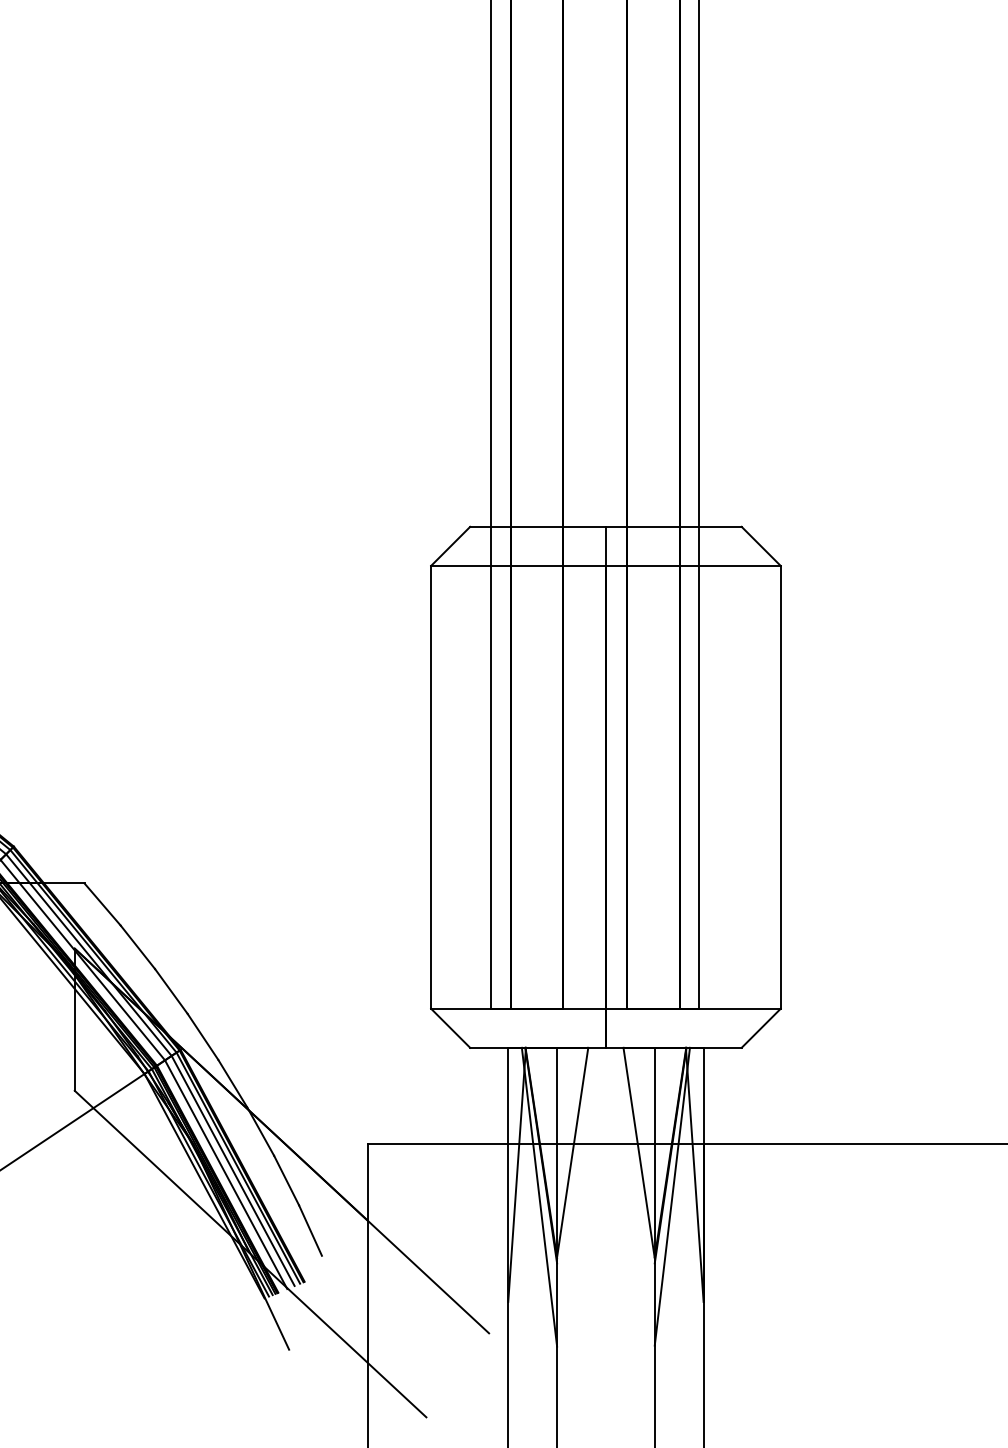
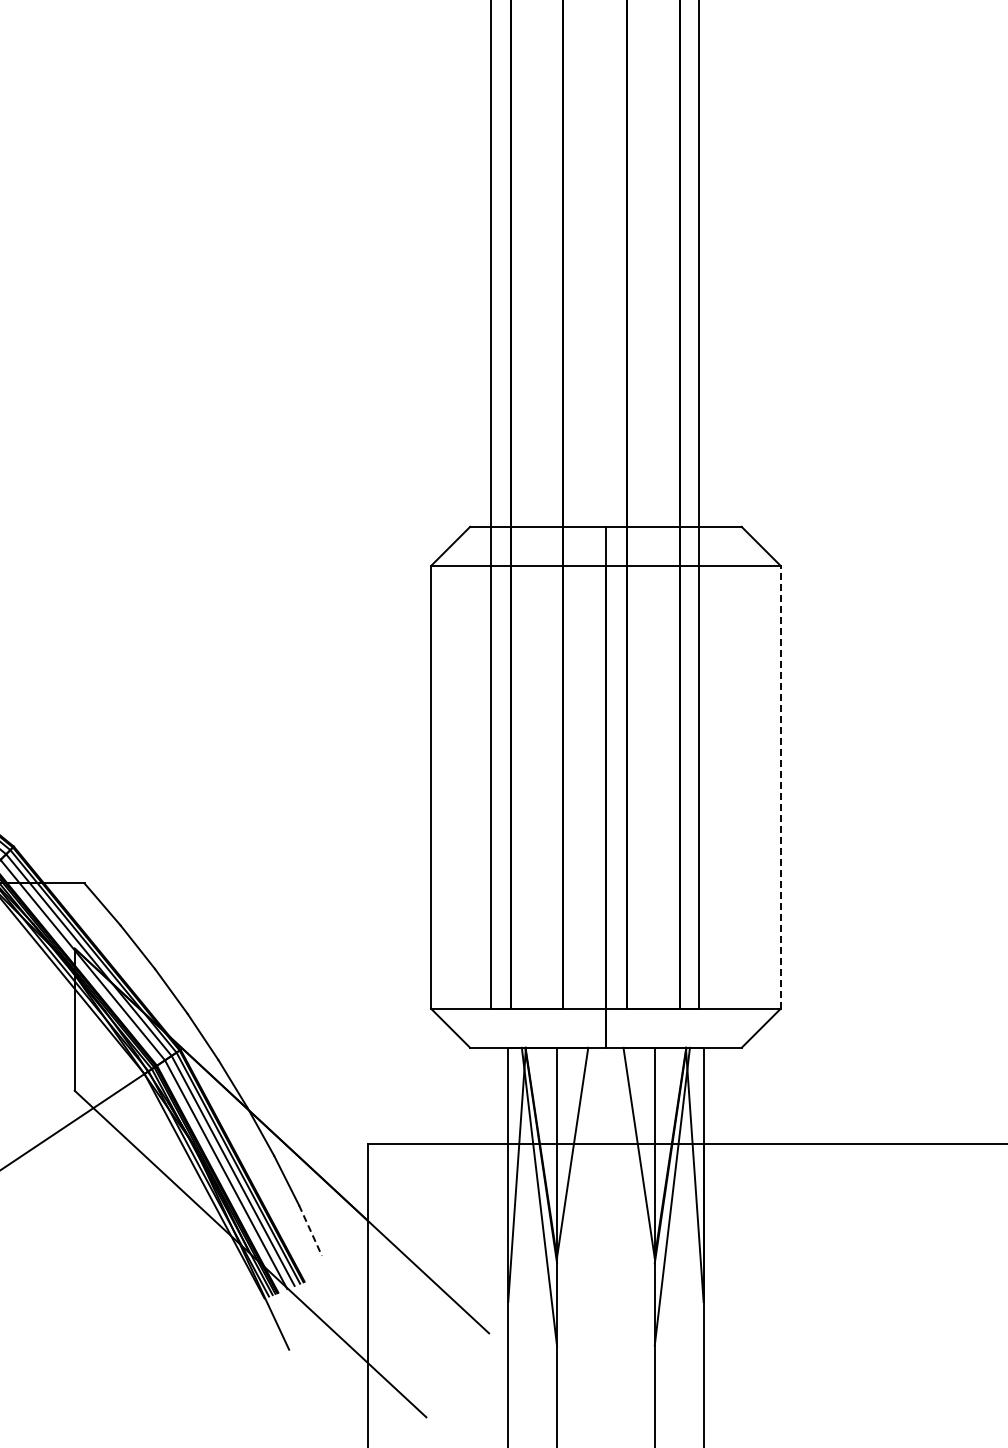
line at (780, 786): solid -> dashed
line at (310, 1230): solid -> dashed
